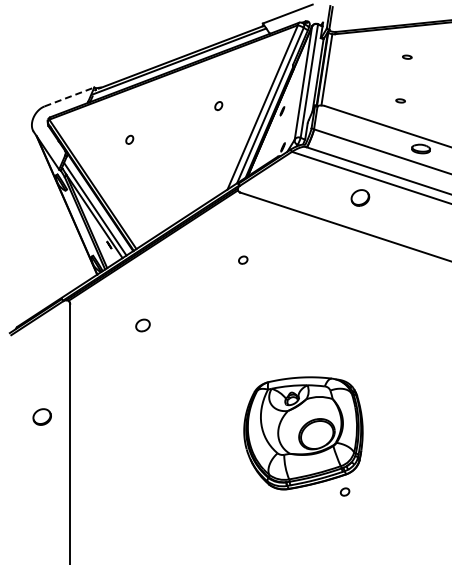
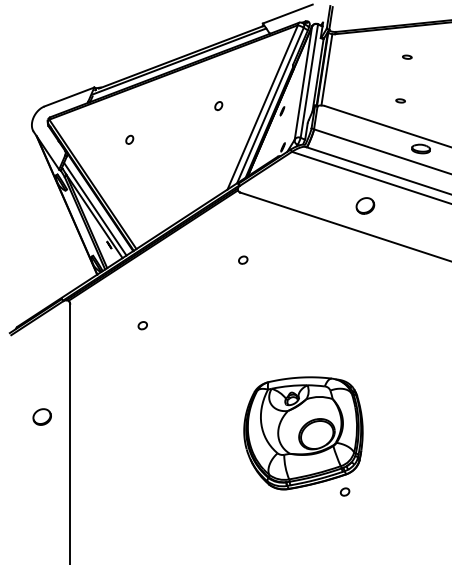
line at (69, 96): dashed -> solid
part at (360, 197) position: (360, 197) -> (365, 205)
part at (142, 325) size: 16x15 px -> 11x10 px
